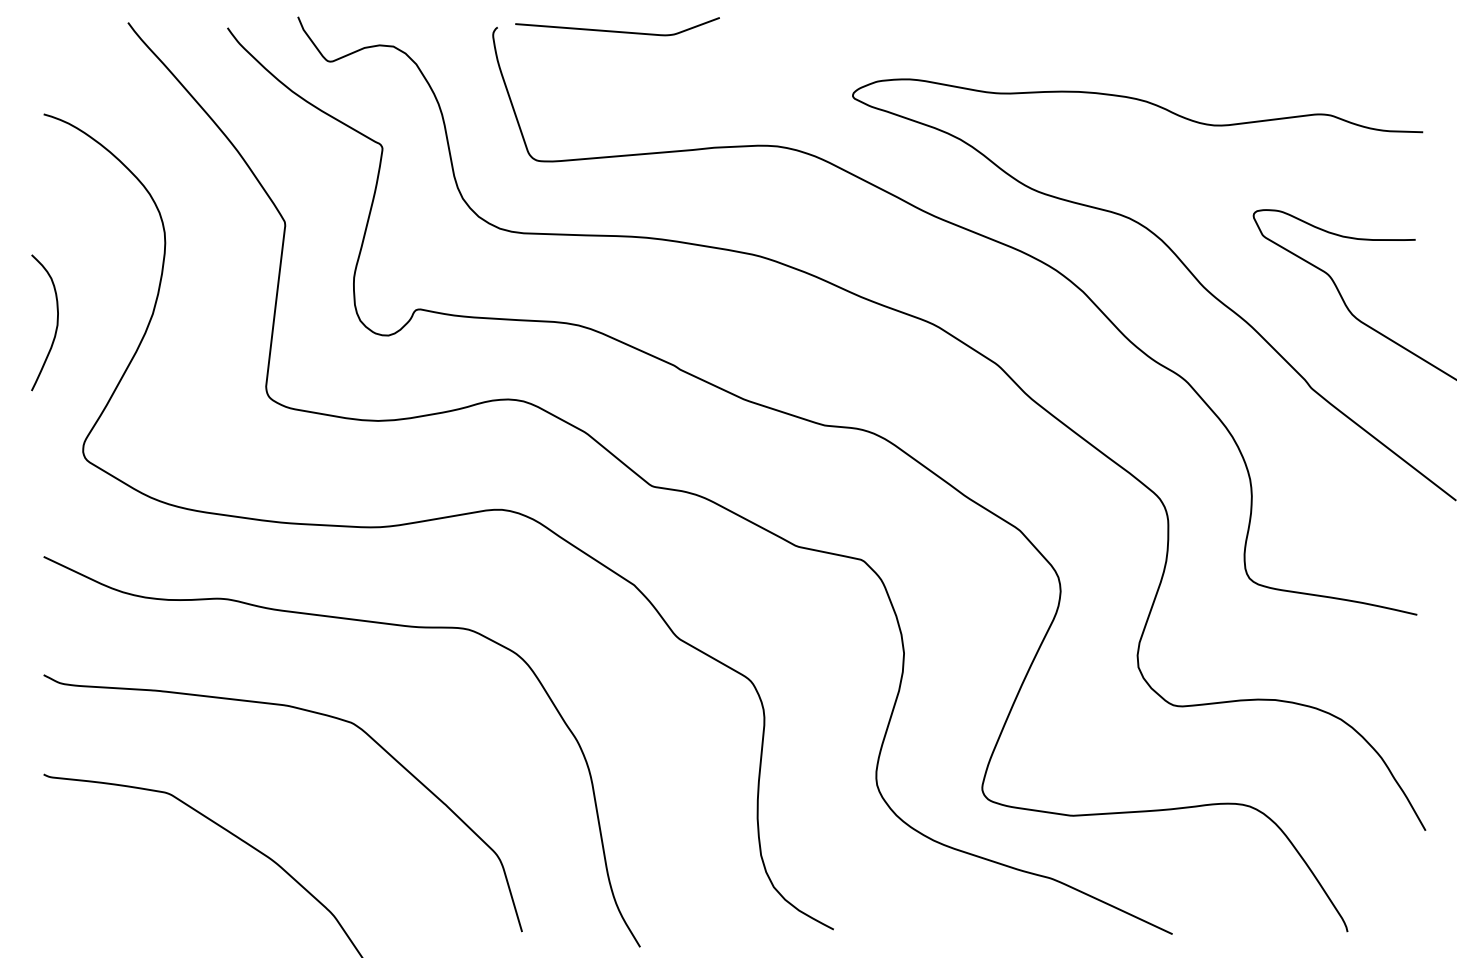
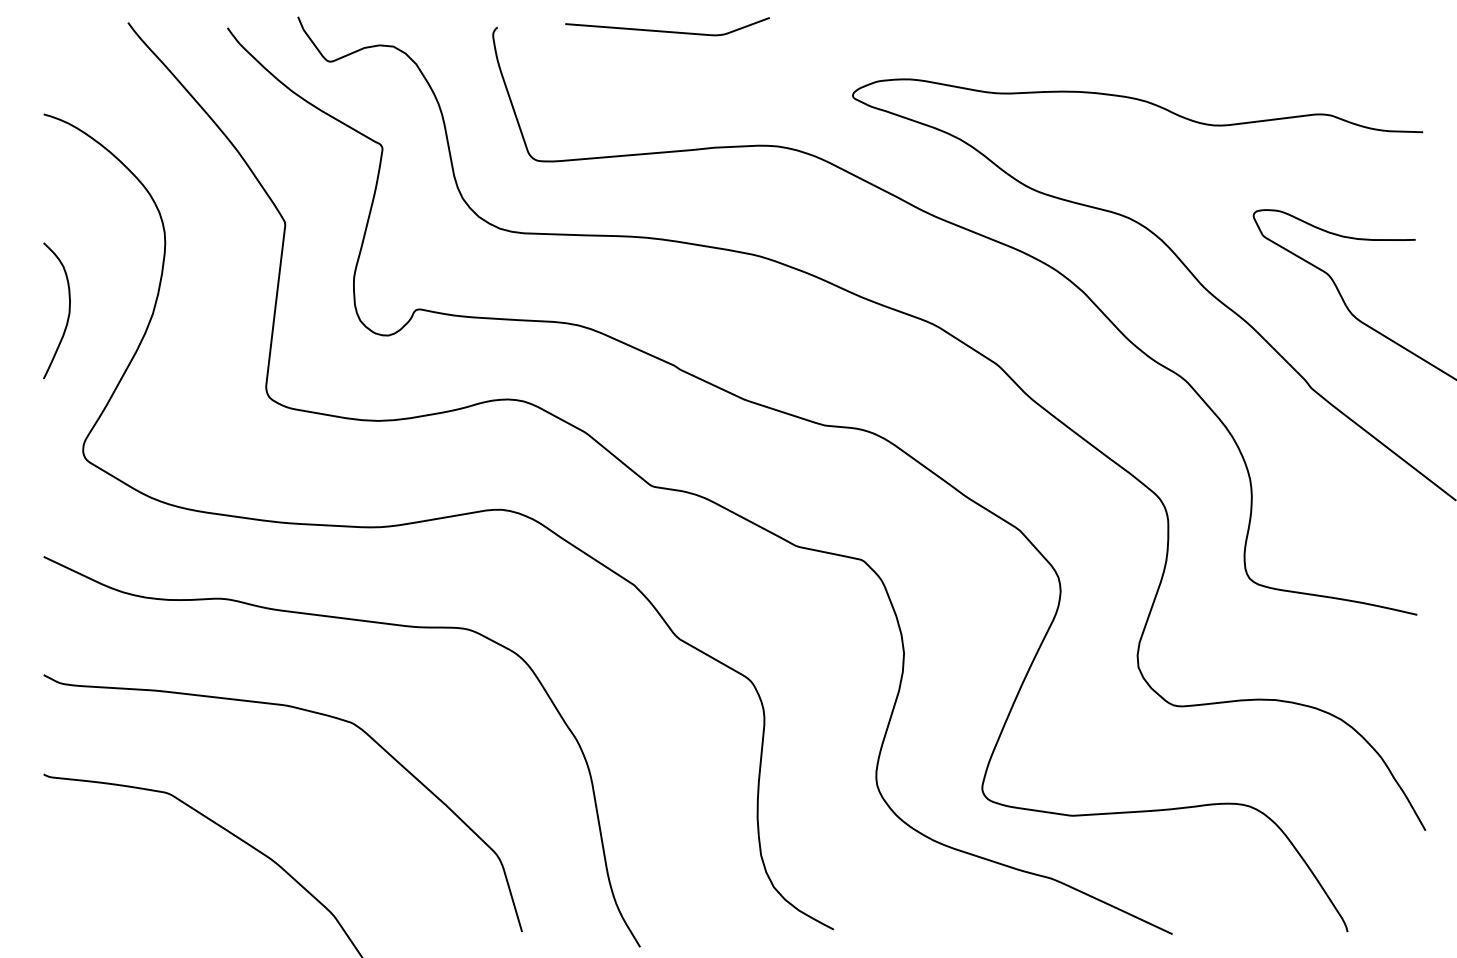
curve at (616, 30) position: (616, 30) -> (666, 30)
curve at (56, 322) position: (56, 322) -> (68, 310)
